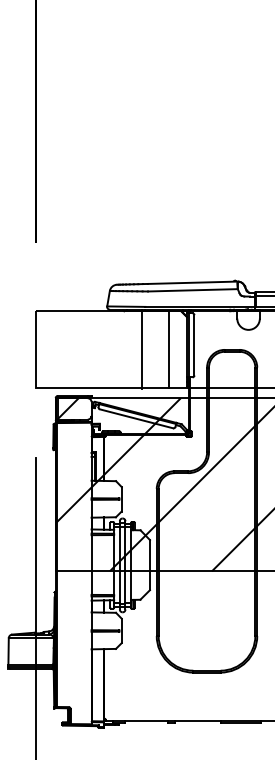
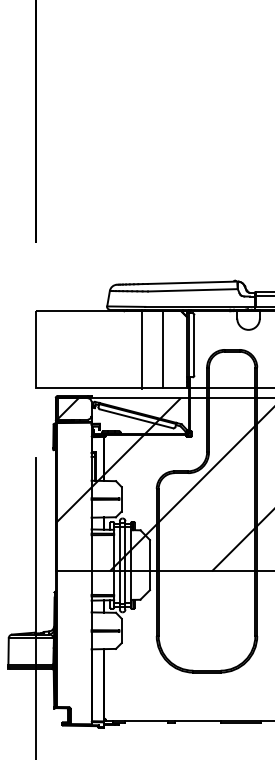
line at (169, 349) position: (169, 349) -> (163, 349)
